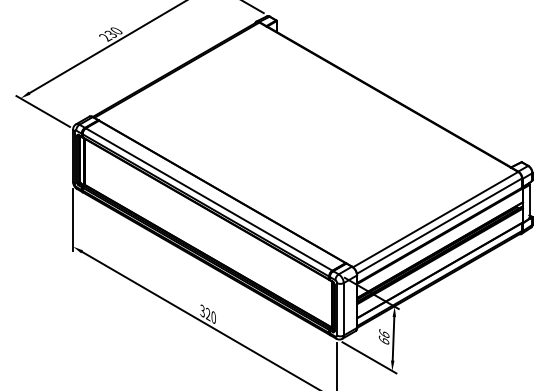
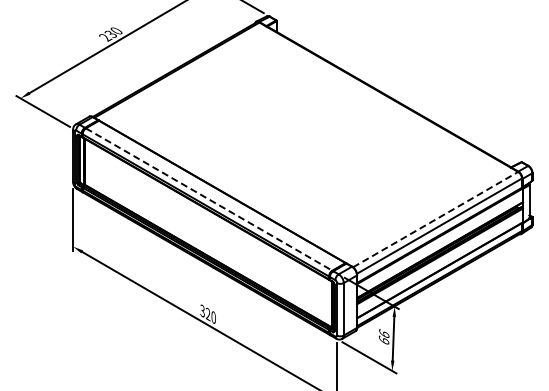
line at (209, 199): solid -> dashed
line at (436, 219): solid -> dashed
